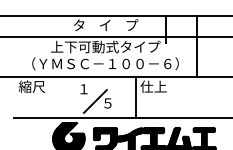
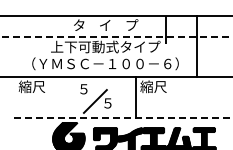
line at (116, 36): solid -> dashed
text at (153, 86): 仕上 -> 縮尺
text at (83, 89): １ -> ５
line at (124, 117): solid -> dashed
